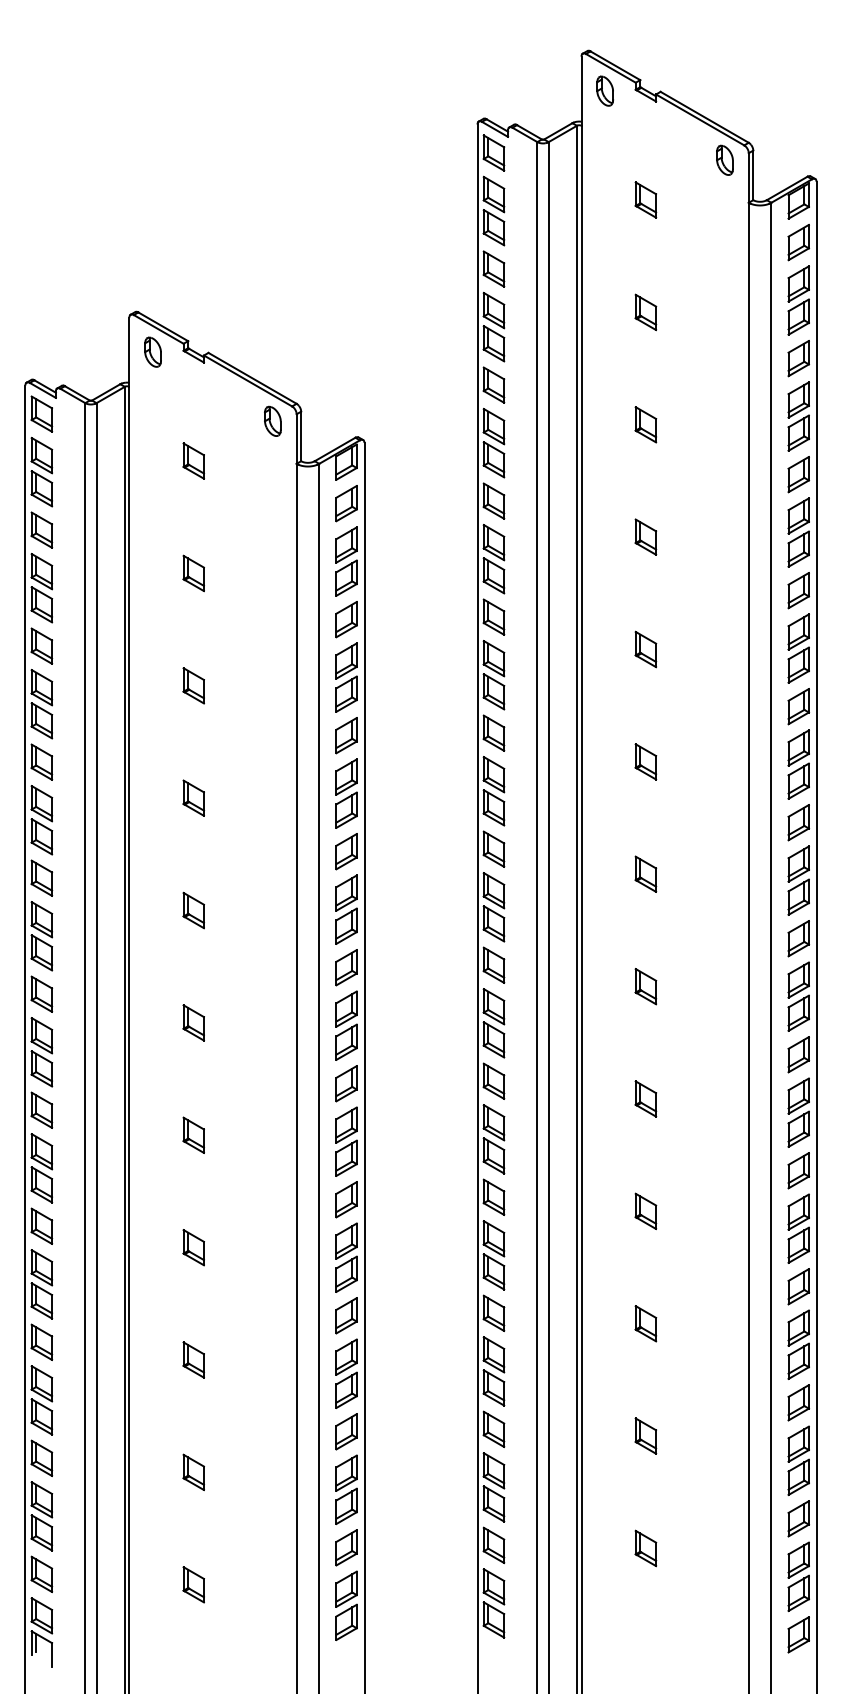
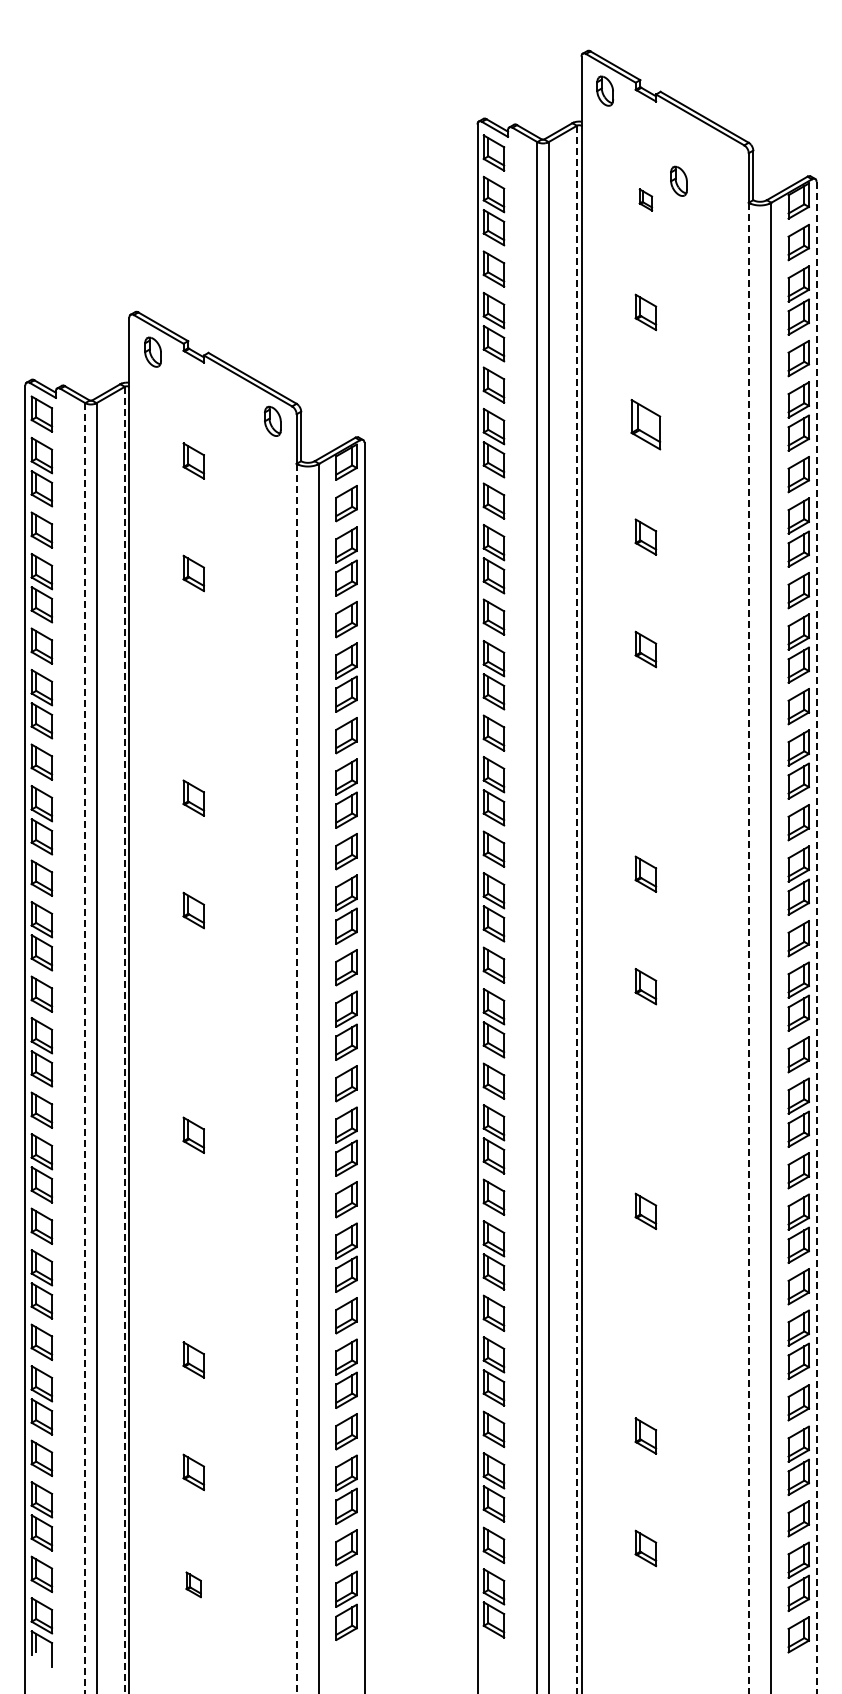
part at (724, 159) position: (724, 159) -> (678, 180)
part at (645, 199) size: 24x38 px -> 16x24 px
part at (645, 424) size: 24x38 px -> 32x52 px
part at (193, 685): present -> none
part at (645, 761): present -> none
line at (576, 909): solid -> dashed
line at (816, 937): solid -> dashed
line at (748, 948): solid -> dashed
part at (193, 1022): present -> none
line at (124, 1040): solid -> dashed
line at (85, 1048): solid -> dashed
line at (296, 1078): solid -> dashed
part at (645, 1098): present -> none
part at (193, 1247): present -> none
part at (645, 1323): present -> none
part at (193, 1584) size: 23x38 px -> 17x28 px
